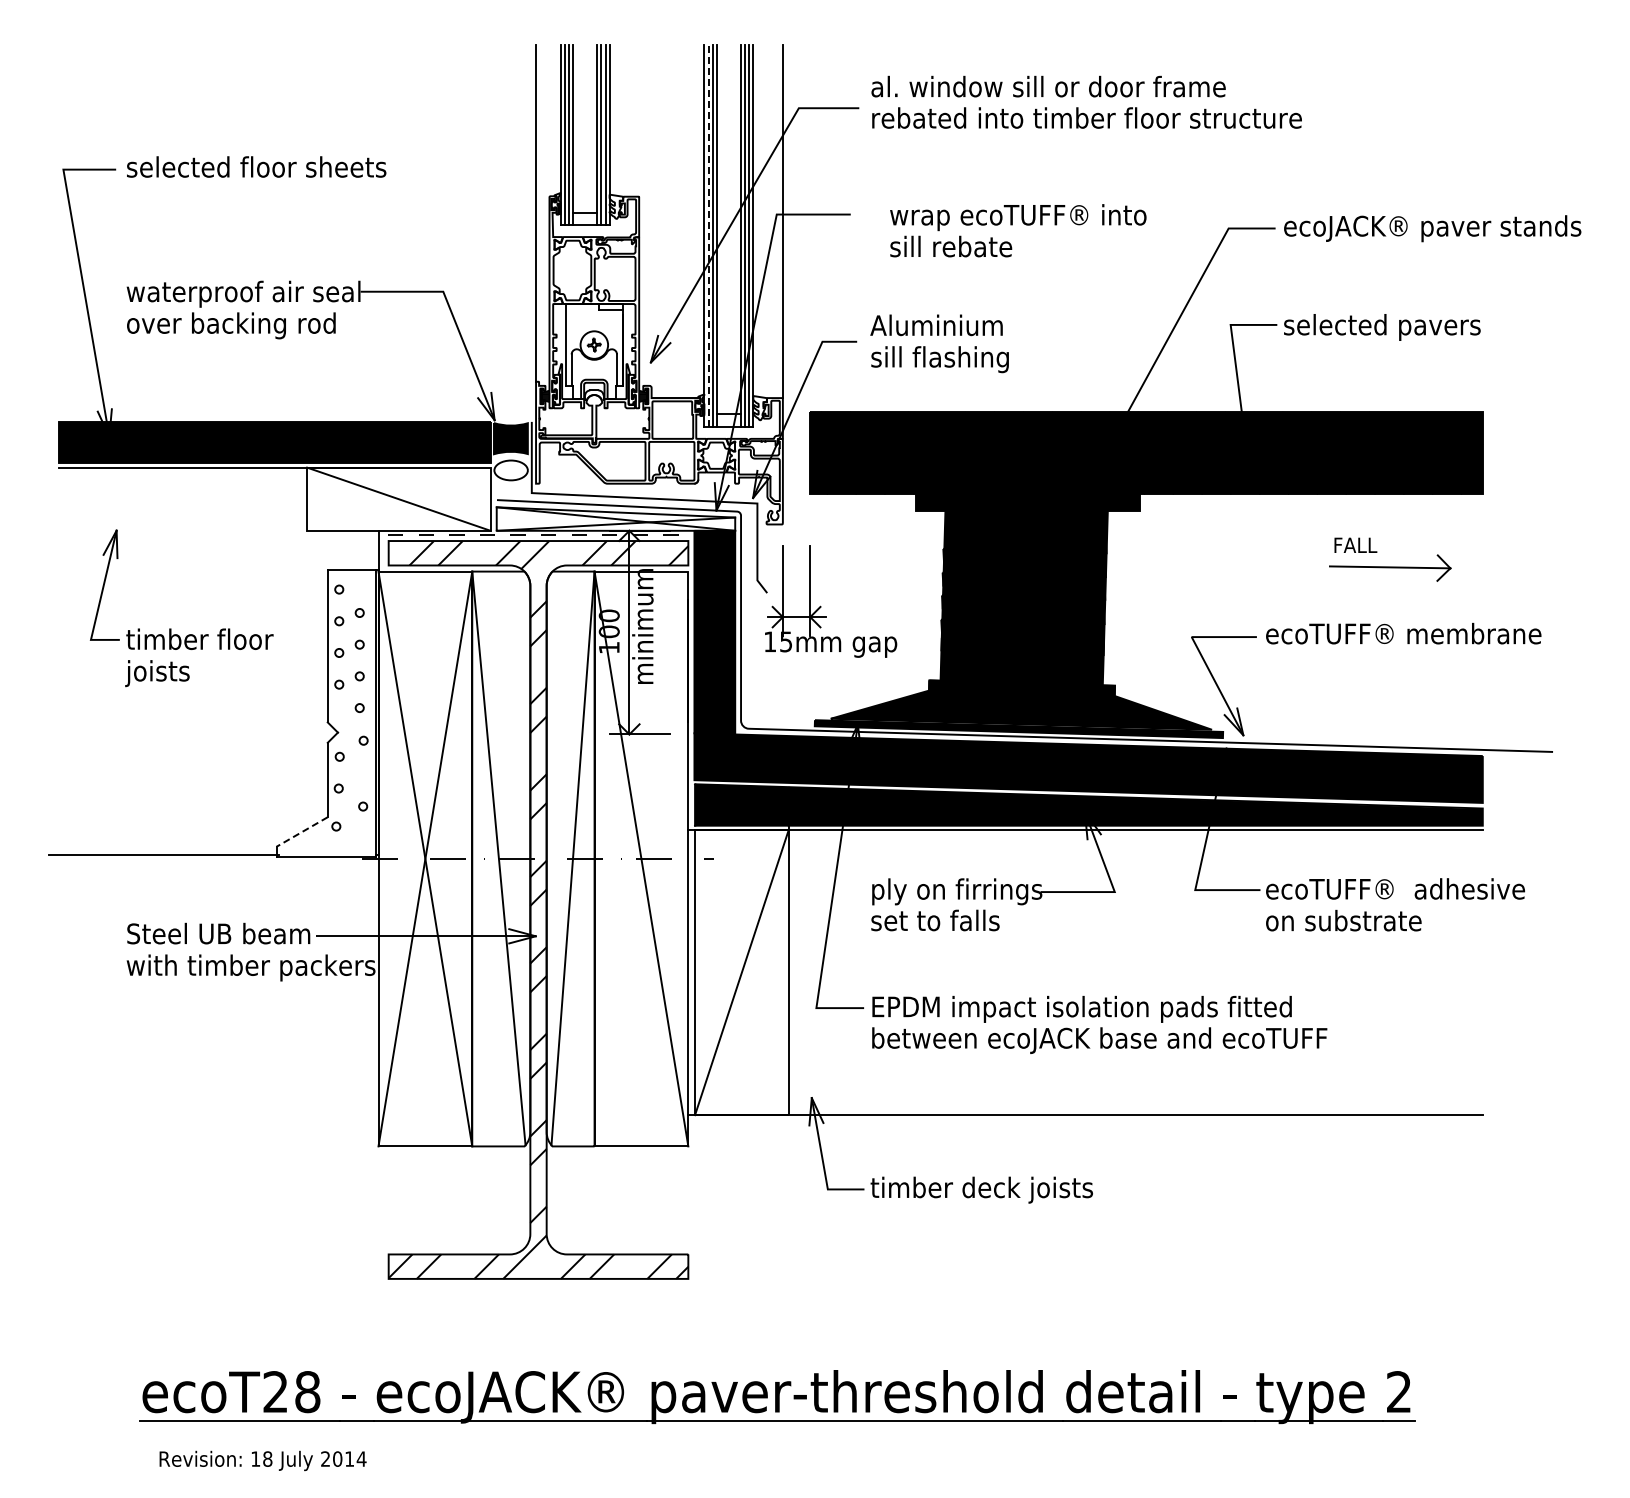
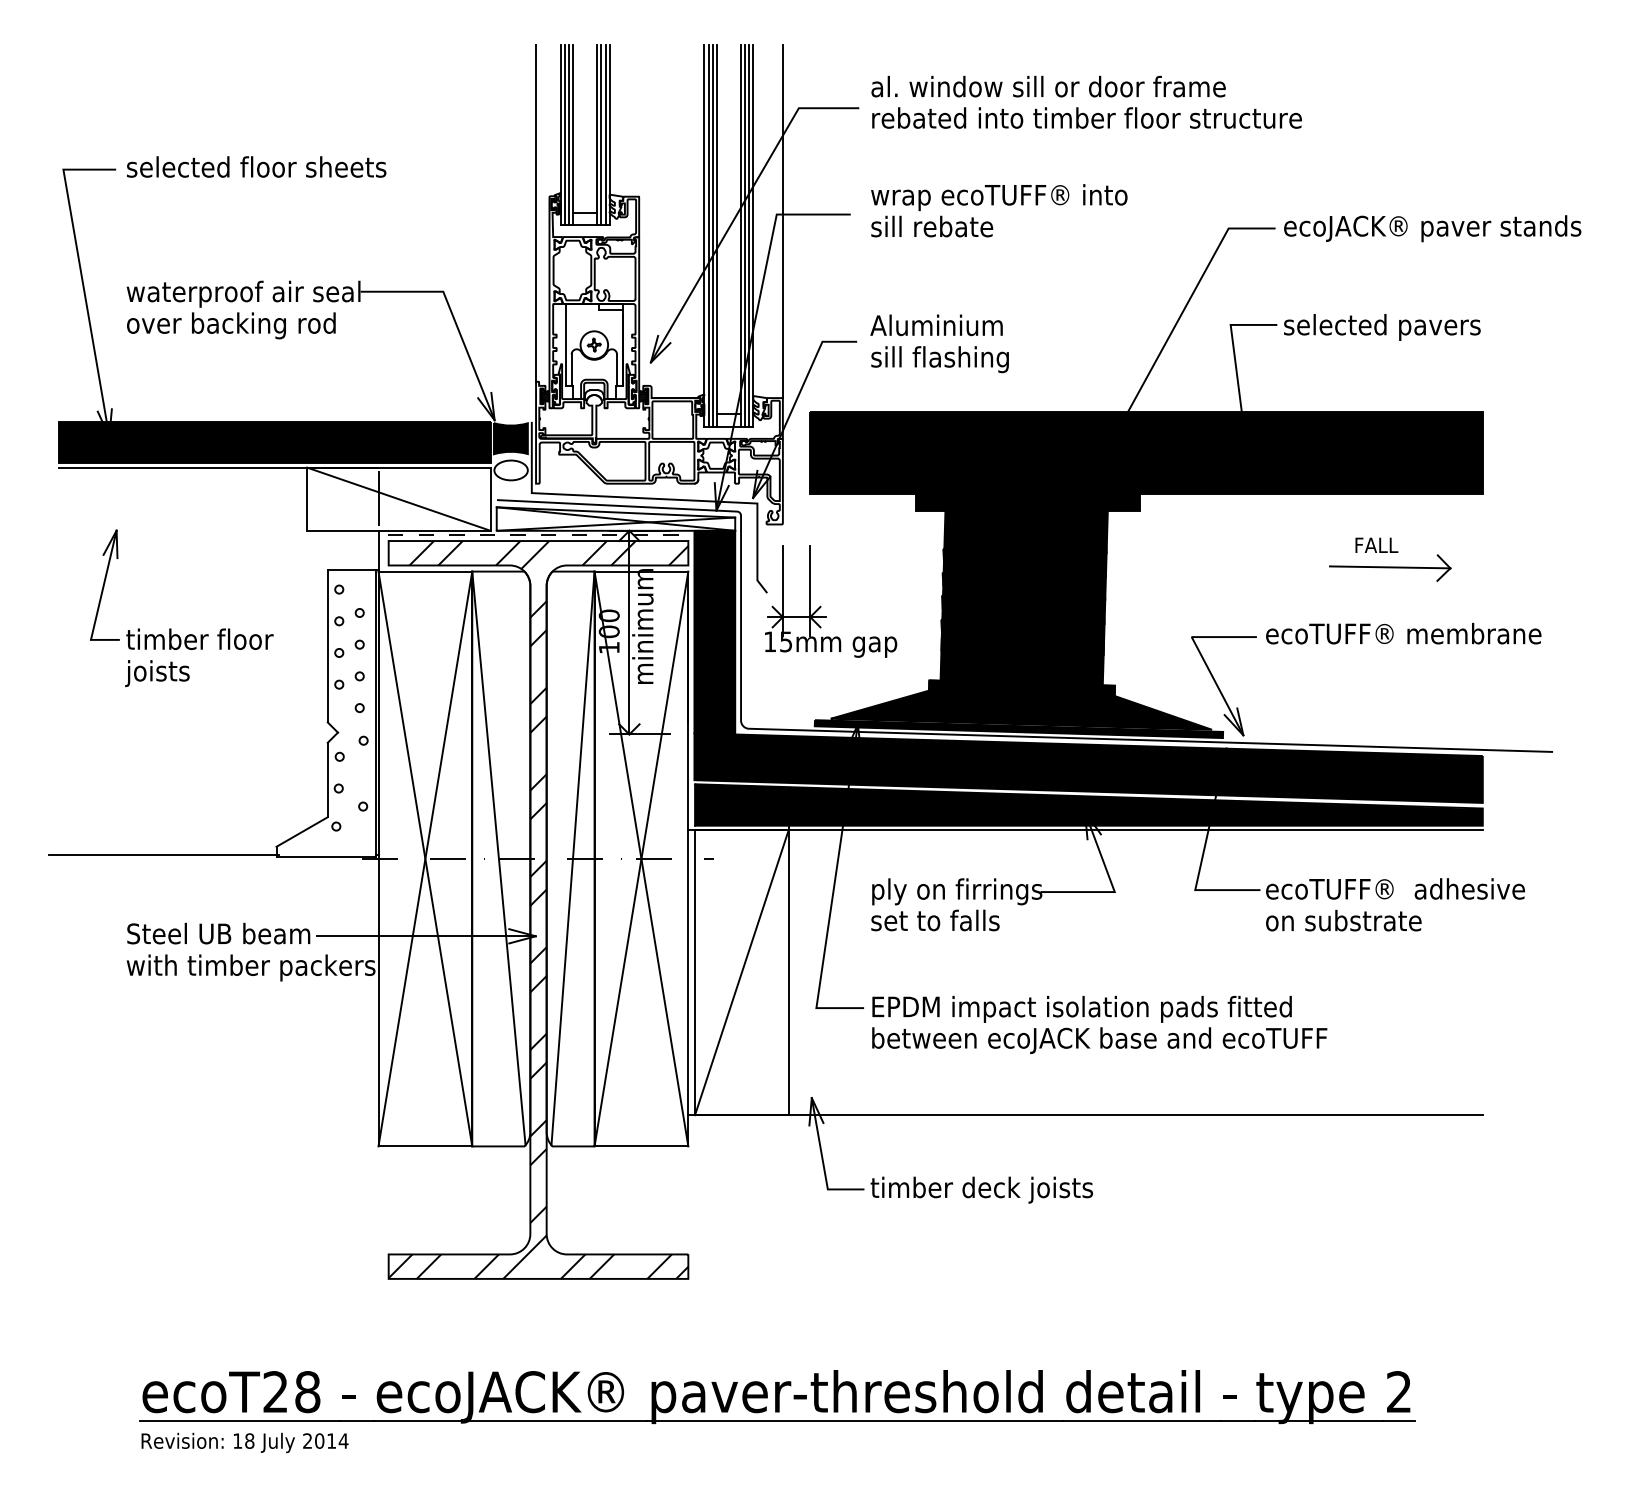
text at (1018, 230) position: (1018, 230) -> (999, 210)
line at (708, 235): dashed -> solid
line at (378, 498): none -> present
text at (1355, 544) position: (1355, 544) -> (1376, 544)
line at (302, 832): dashed -> solid
line at (641, 858): none -> present
text at (262, 1460) position: (262, 1460) -> (244, 1442)
